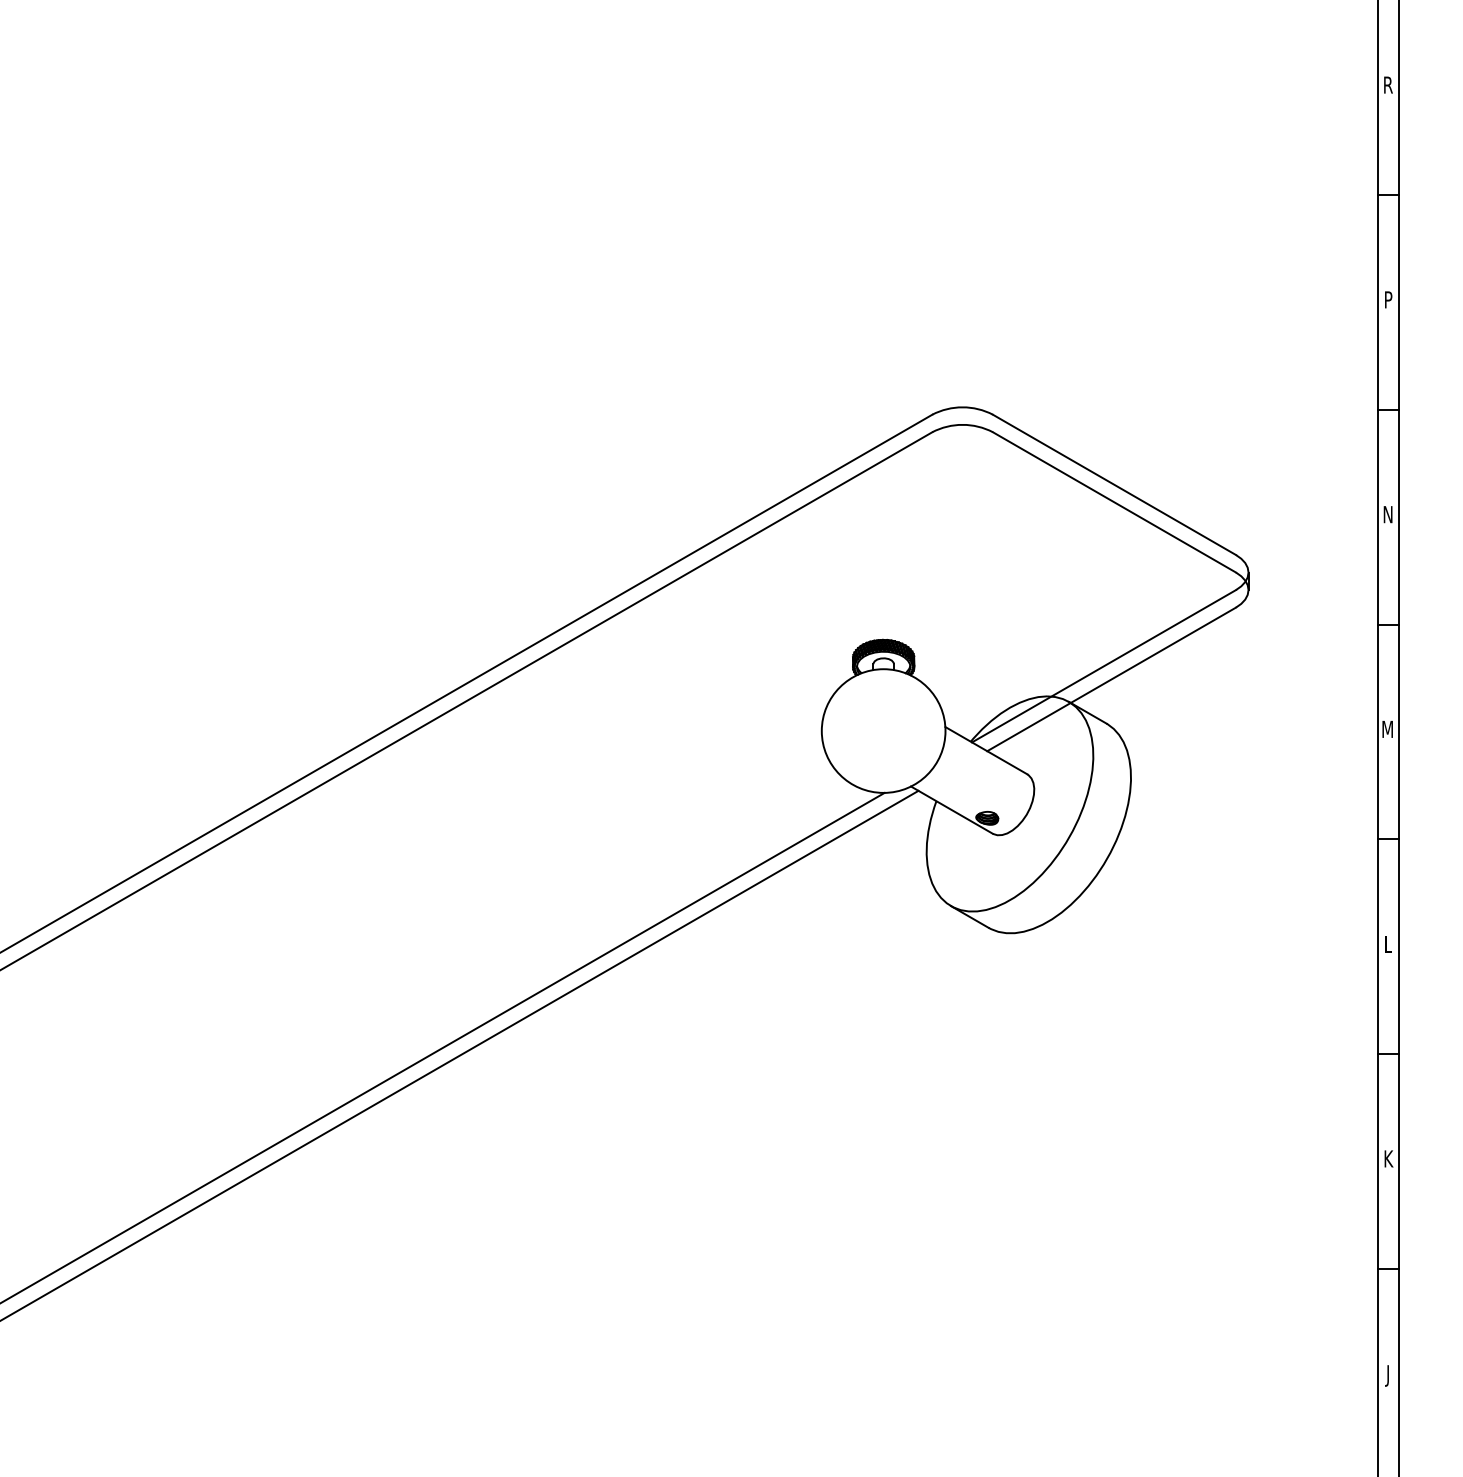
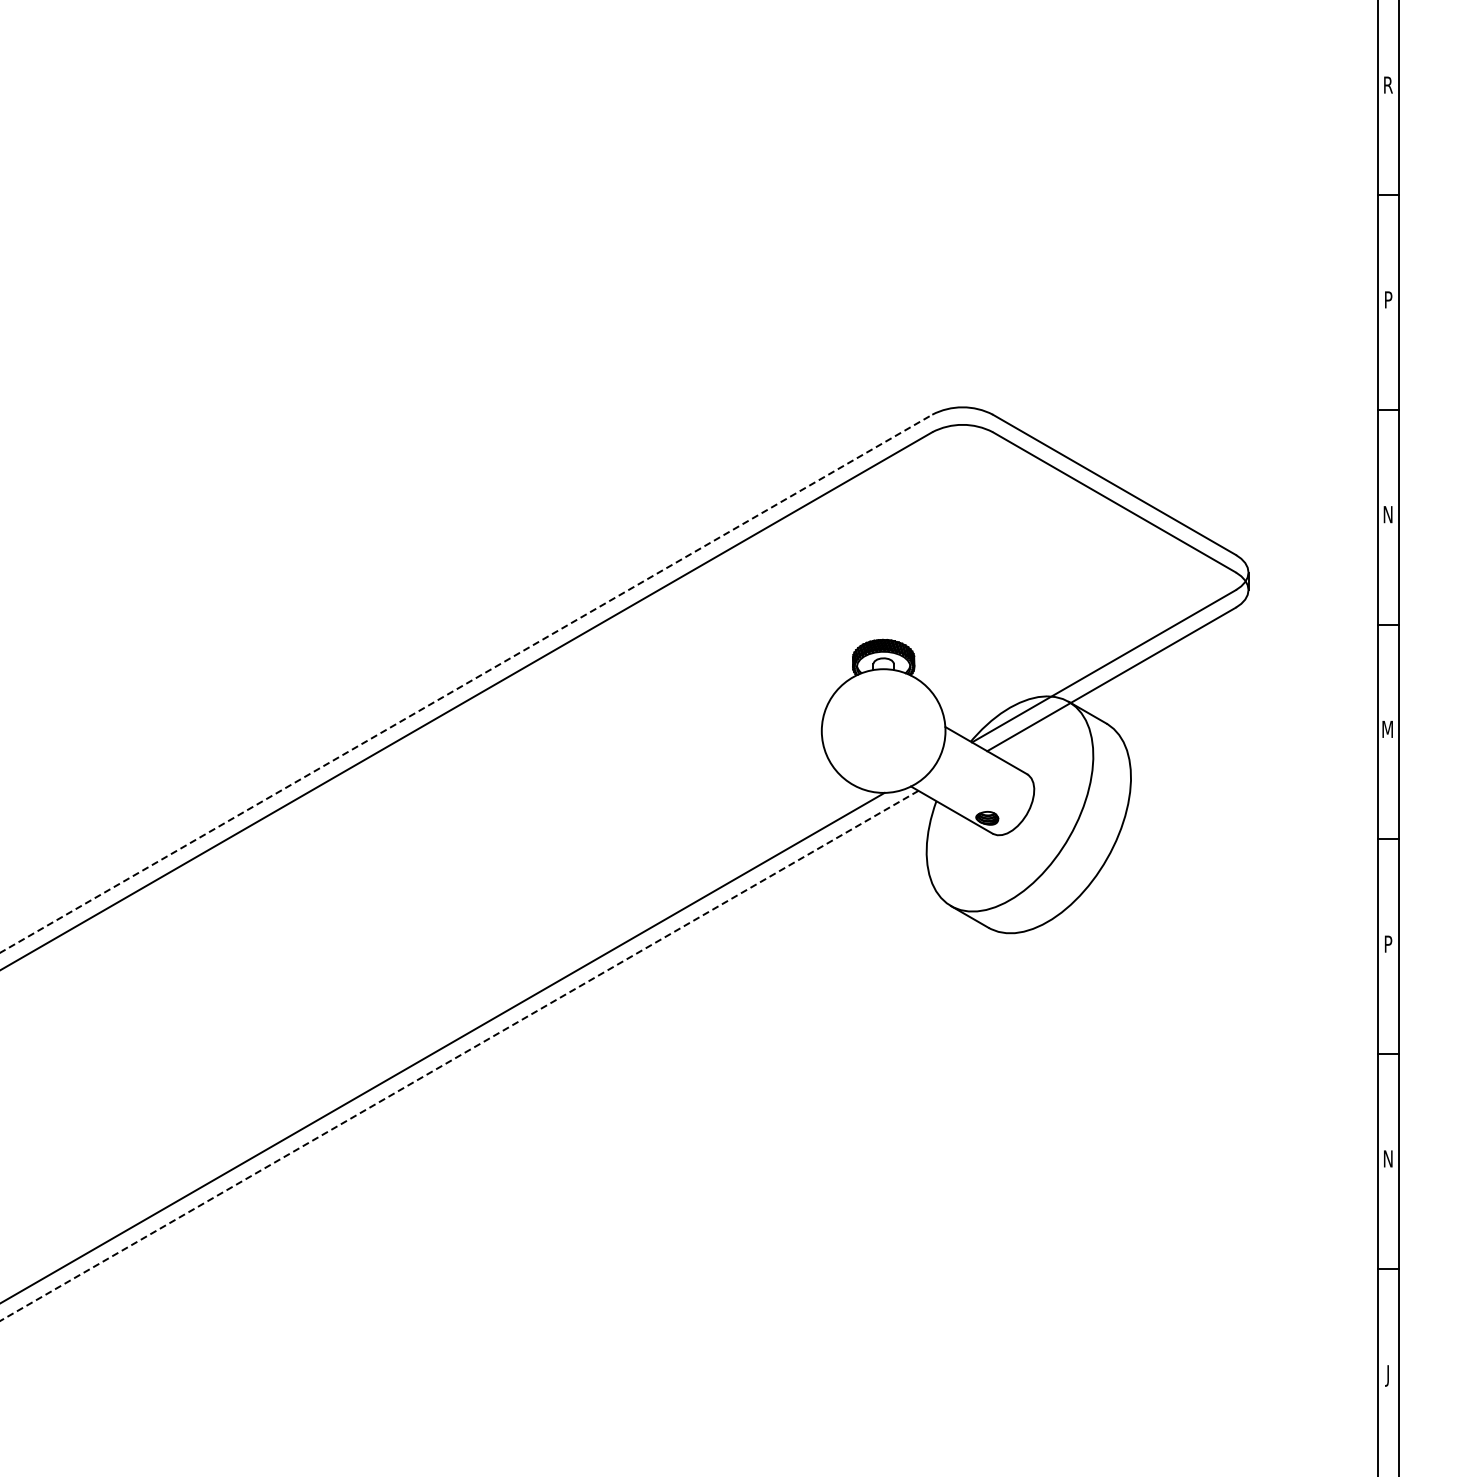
line at (466, 683): solid -> dashed
text at (1388, 943): L -> P
line at (459, 1055): solid -> dashed
text at (1388, 1158): K -> N
